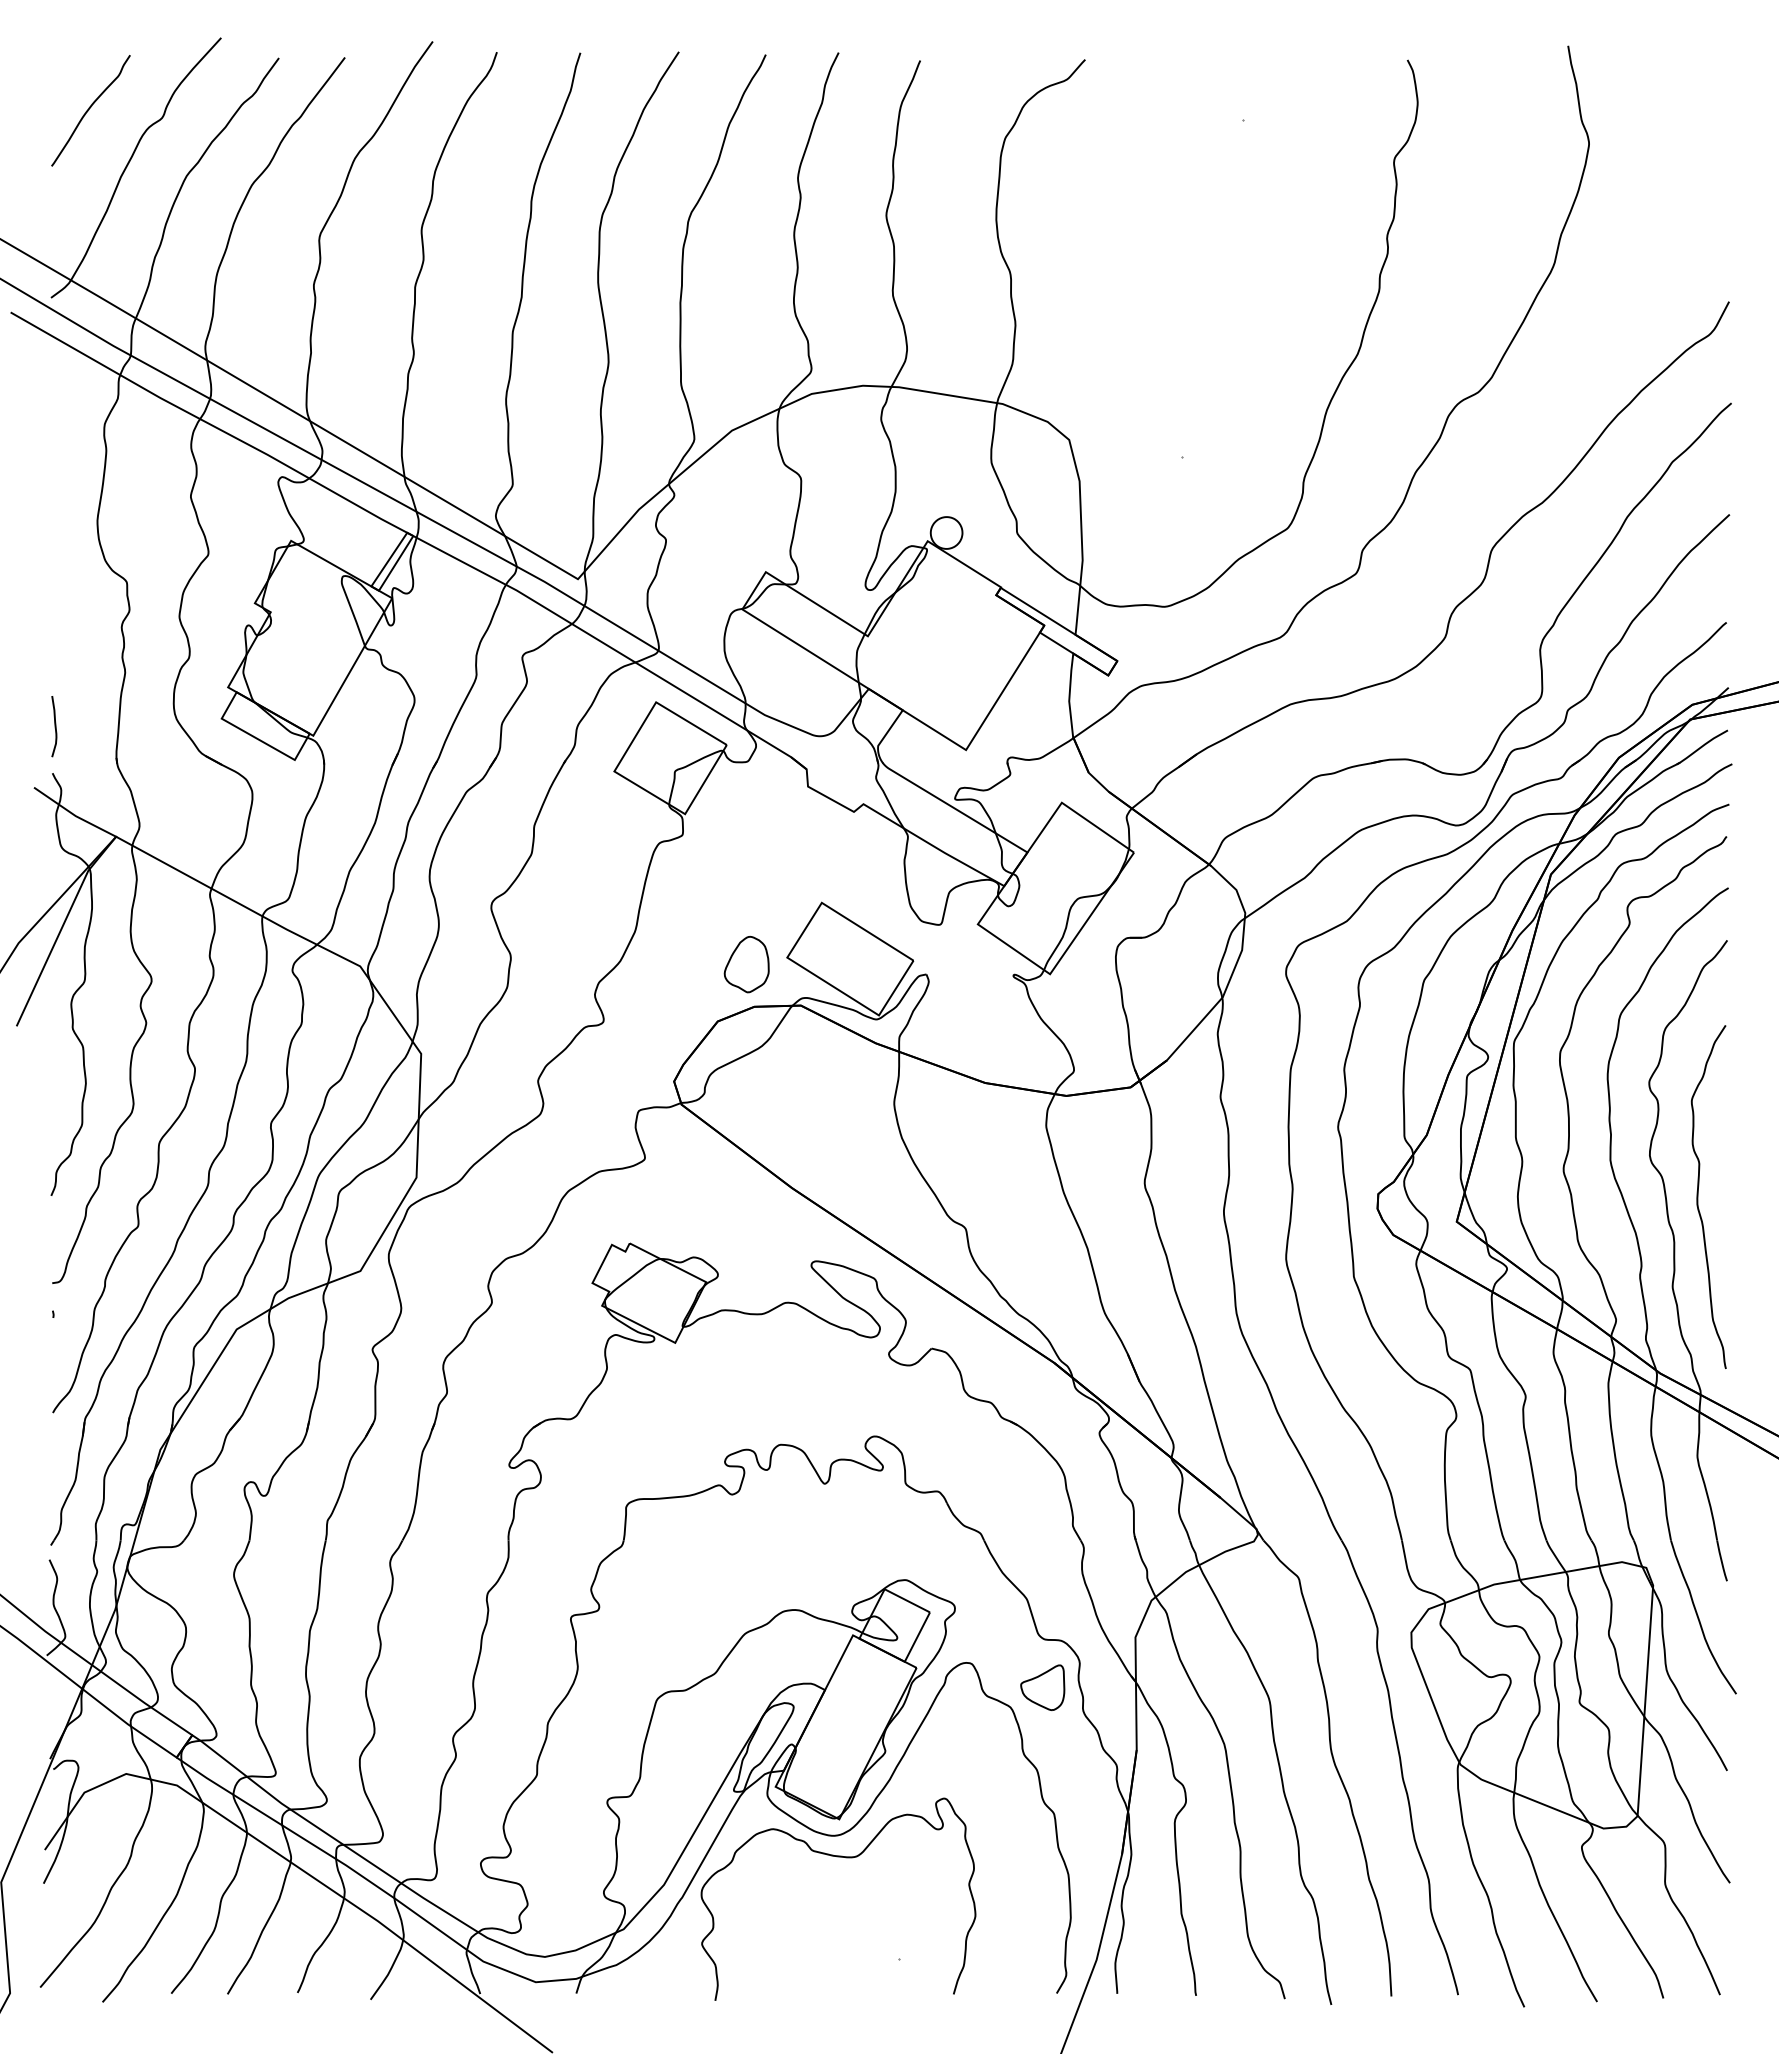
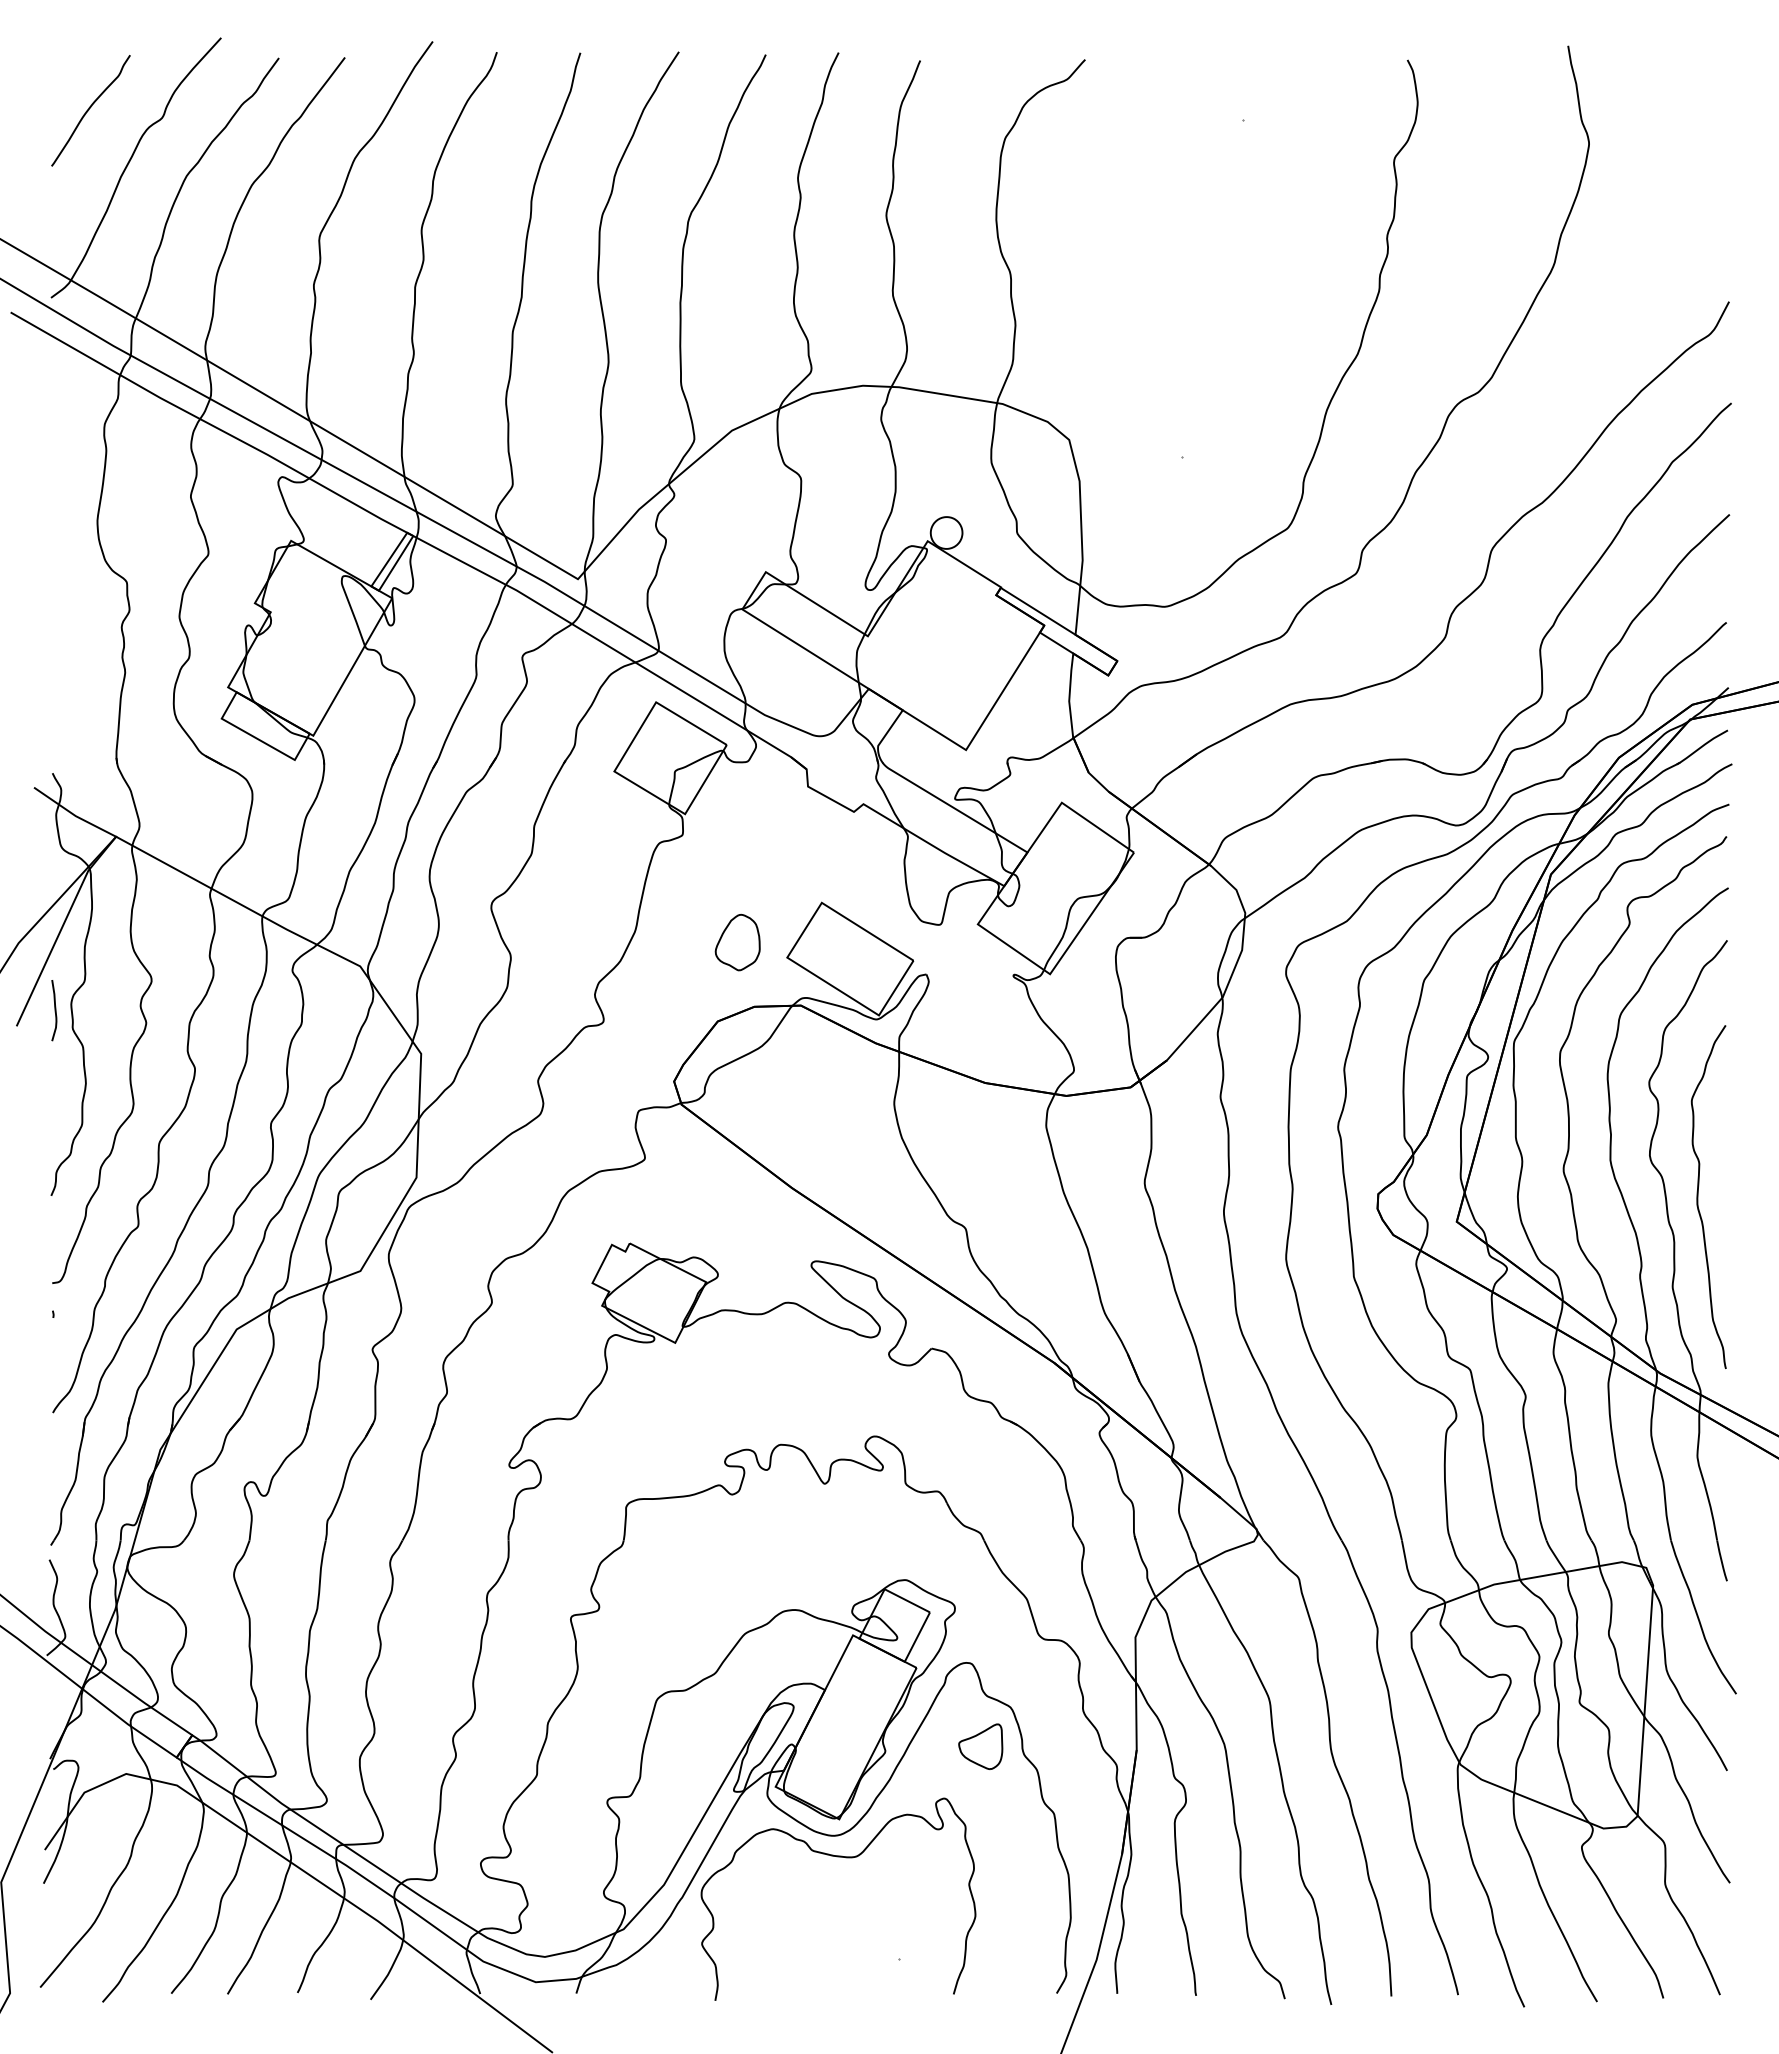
curve at (54, 726) position: (54, 726) -> (54, 1010)
part at (746, 964) position: (746, 964) -> (737, 942)
part at (1042, 1687) position: (1042, 1687) -> (980, 1746)
